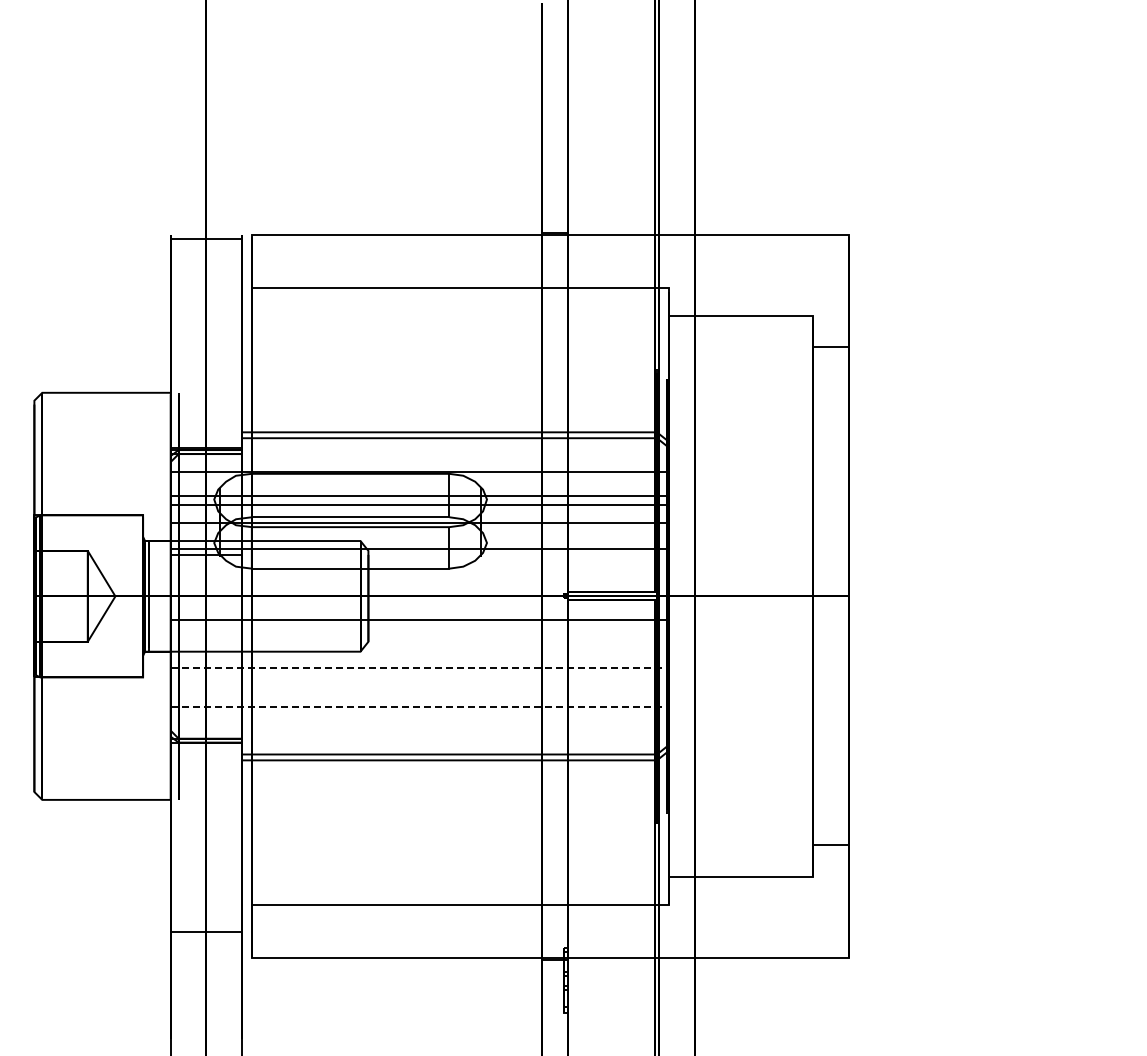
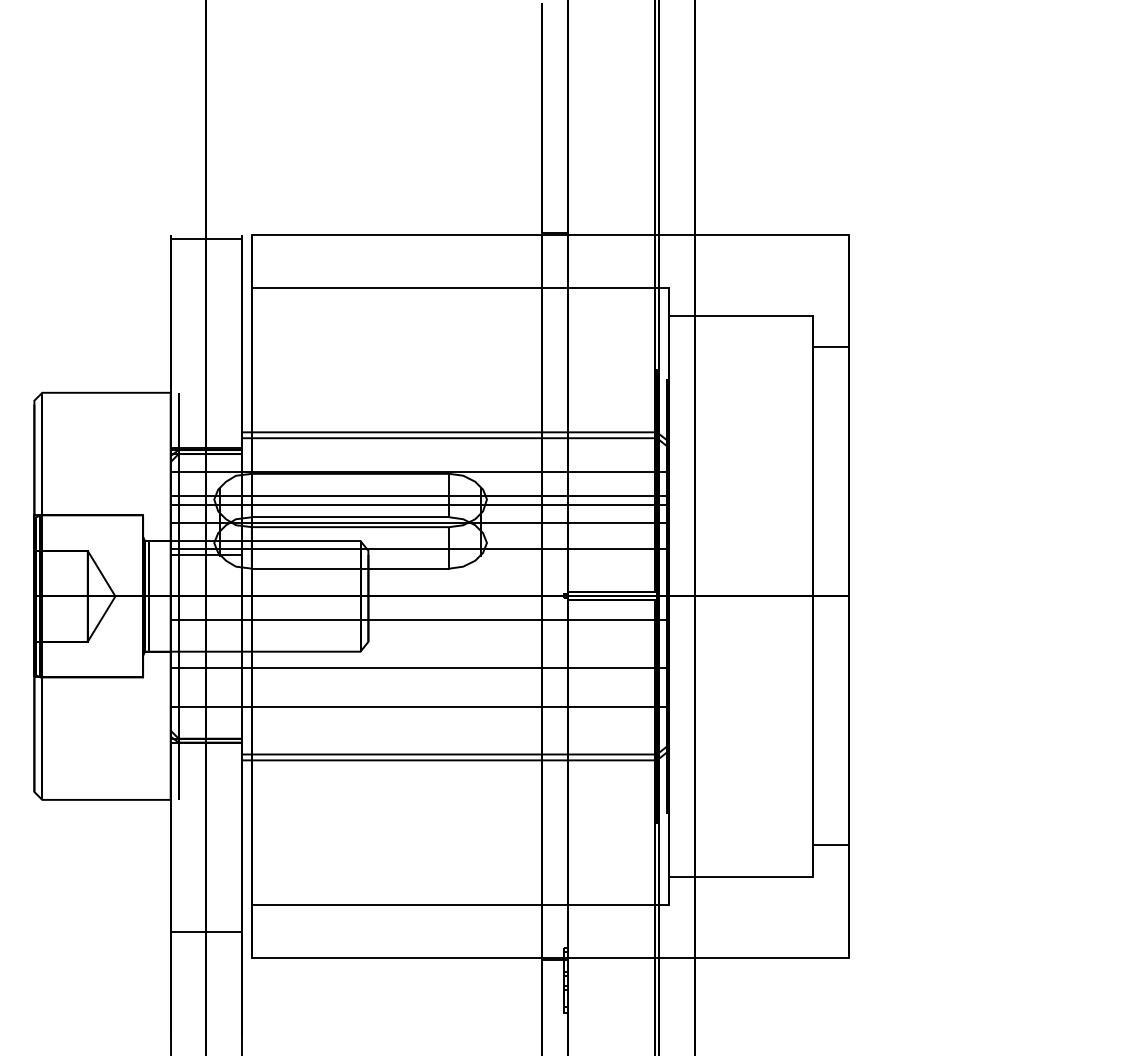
line at (419, 667): dashed -> solid
line at (419, 707): dashed -> solid
